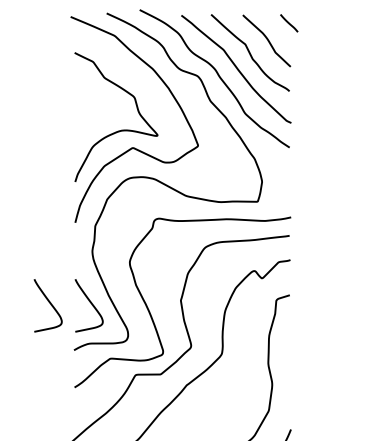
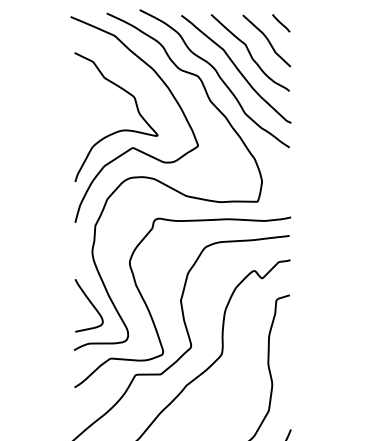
line at (289, 23) position: (289, 23) -> (281, 23)
curve at (49, 303): present -> none
